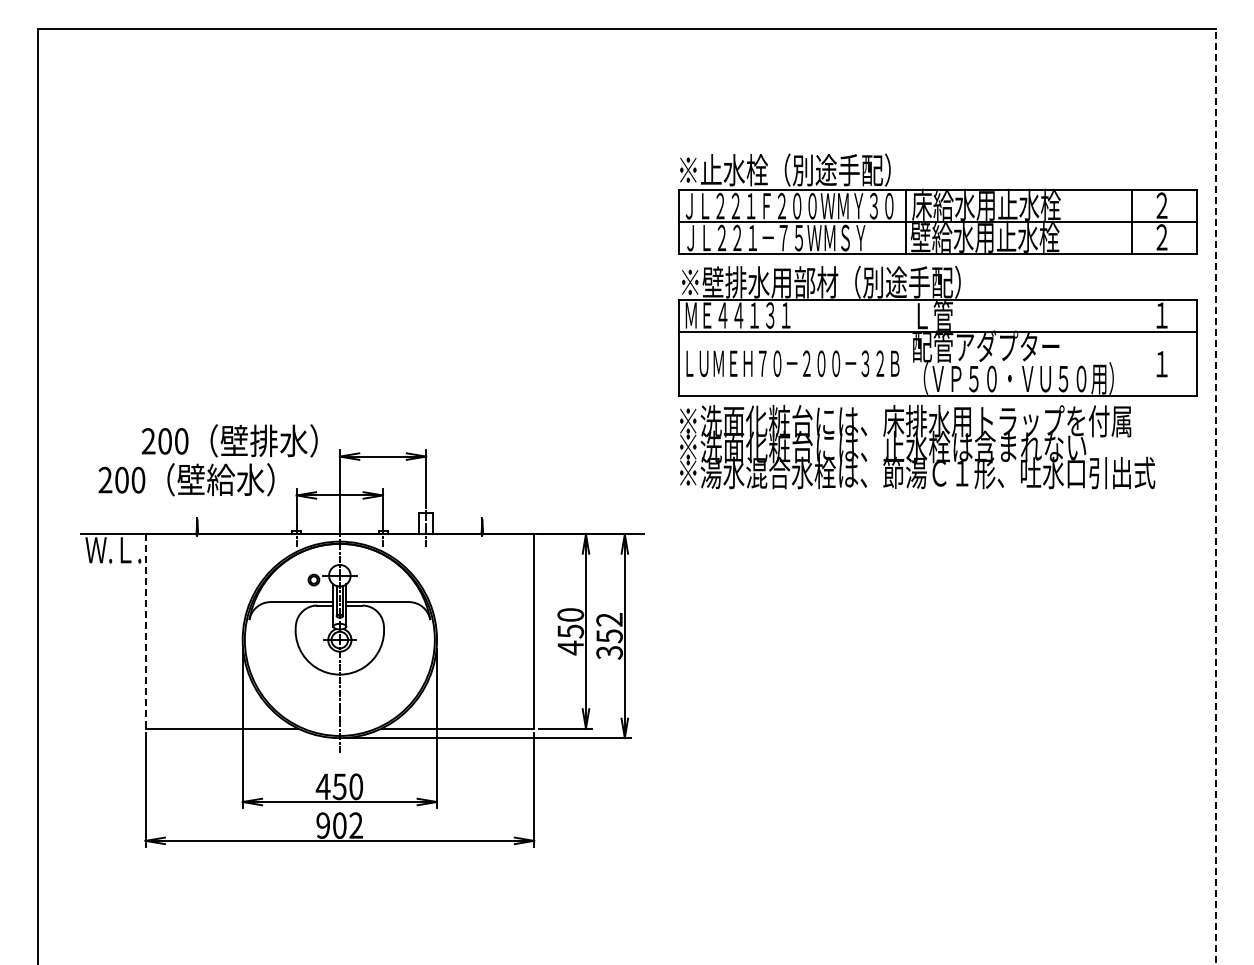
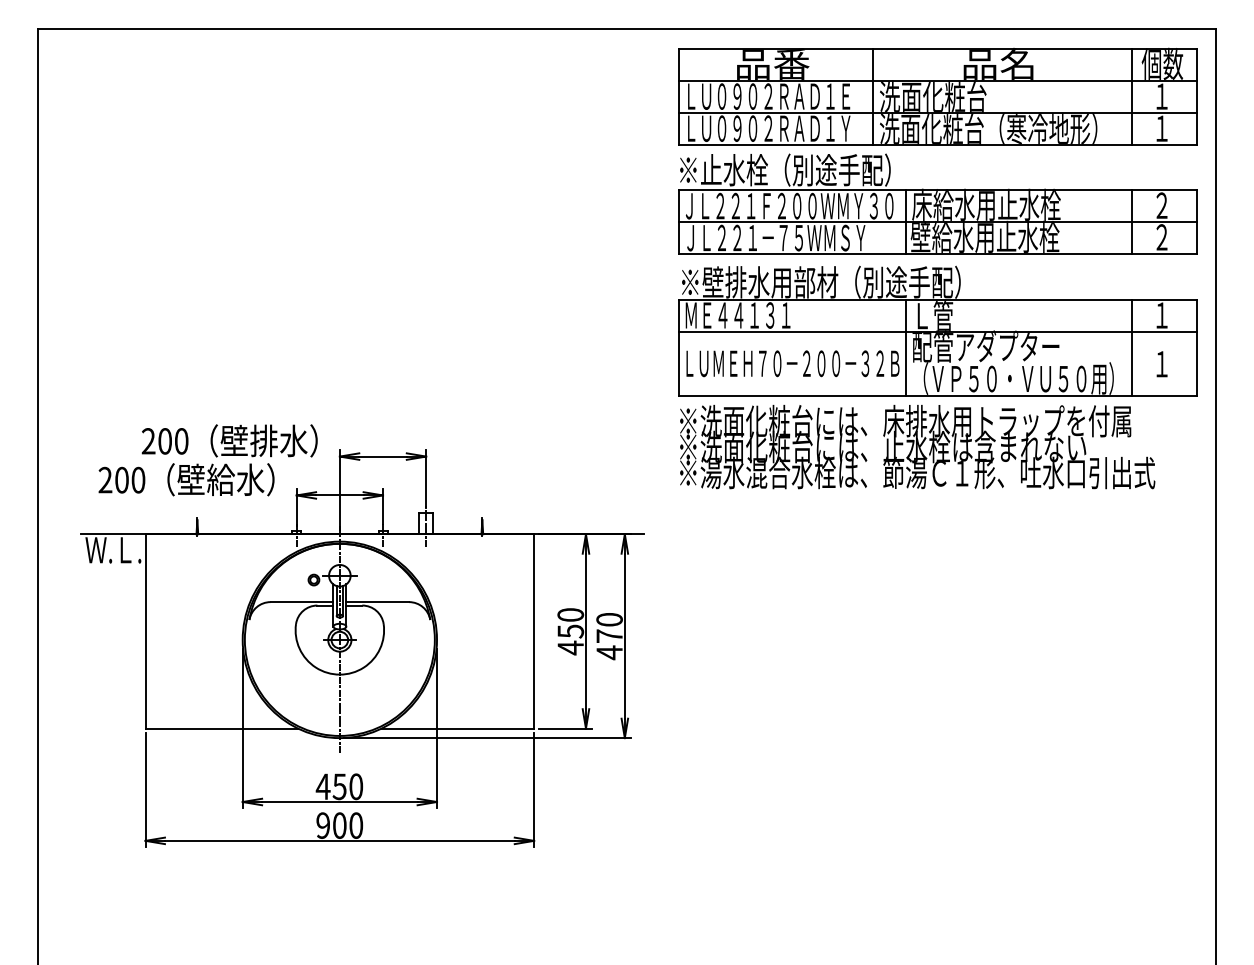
part at (937, 96): none -> present
line at (905, 347): none -> present
line at (1132, 347): none -> present
line at (1216, 496): dashed -> solid
line at (145, 631): dashed -> solid
text at (609, 636): 352 -> 470
text at (356, 825): 902 -> 900
